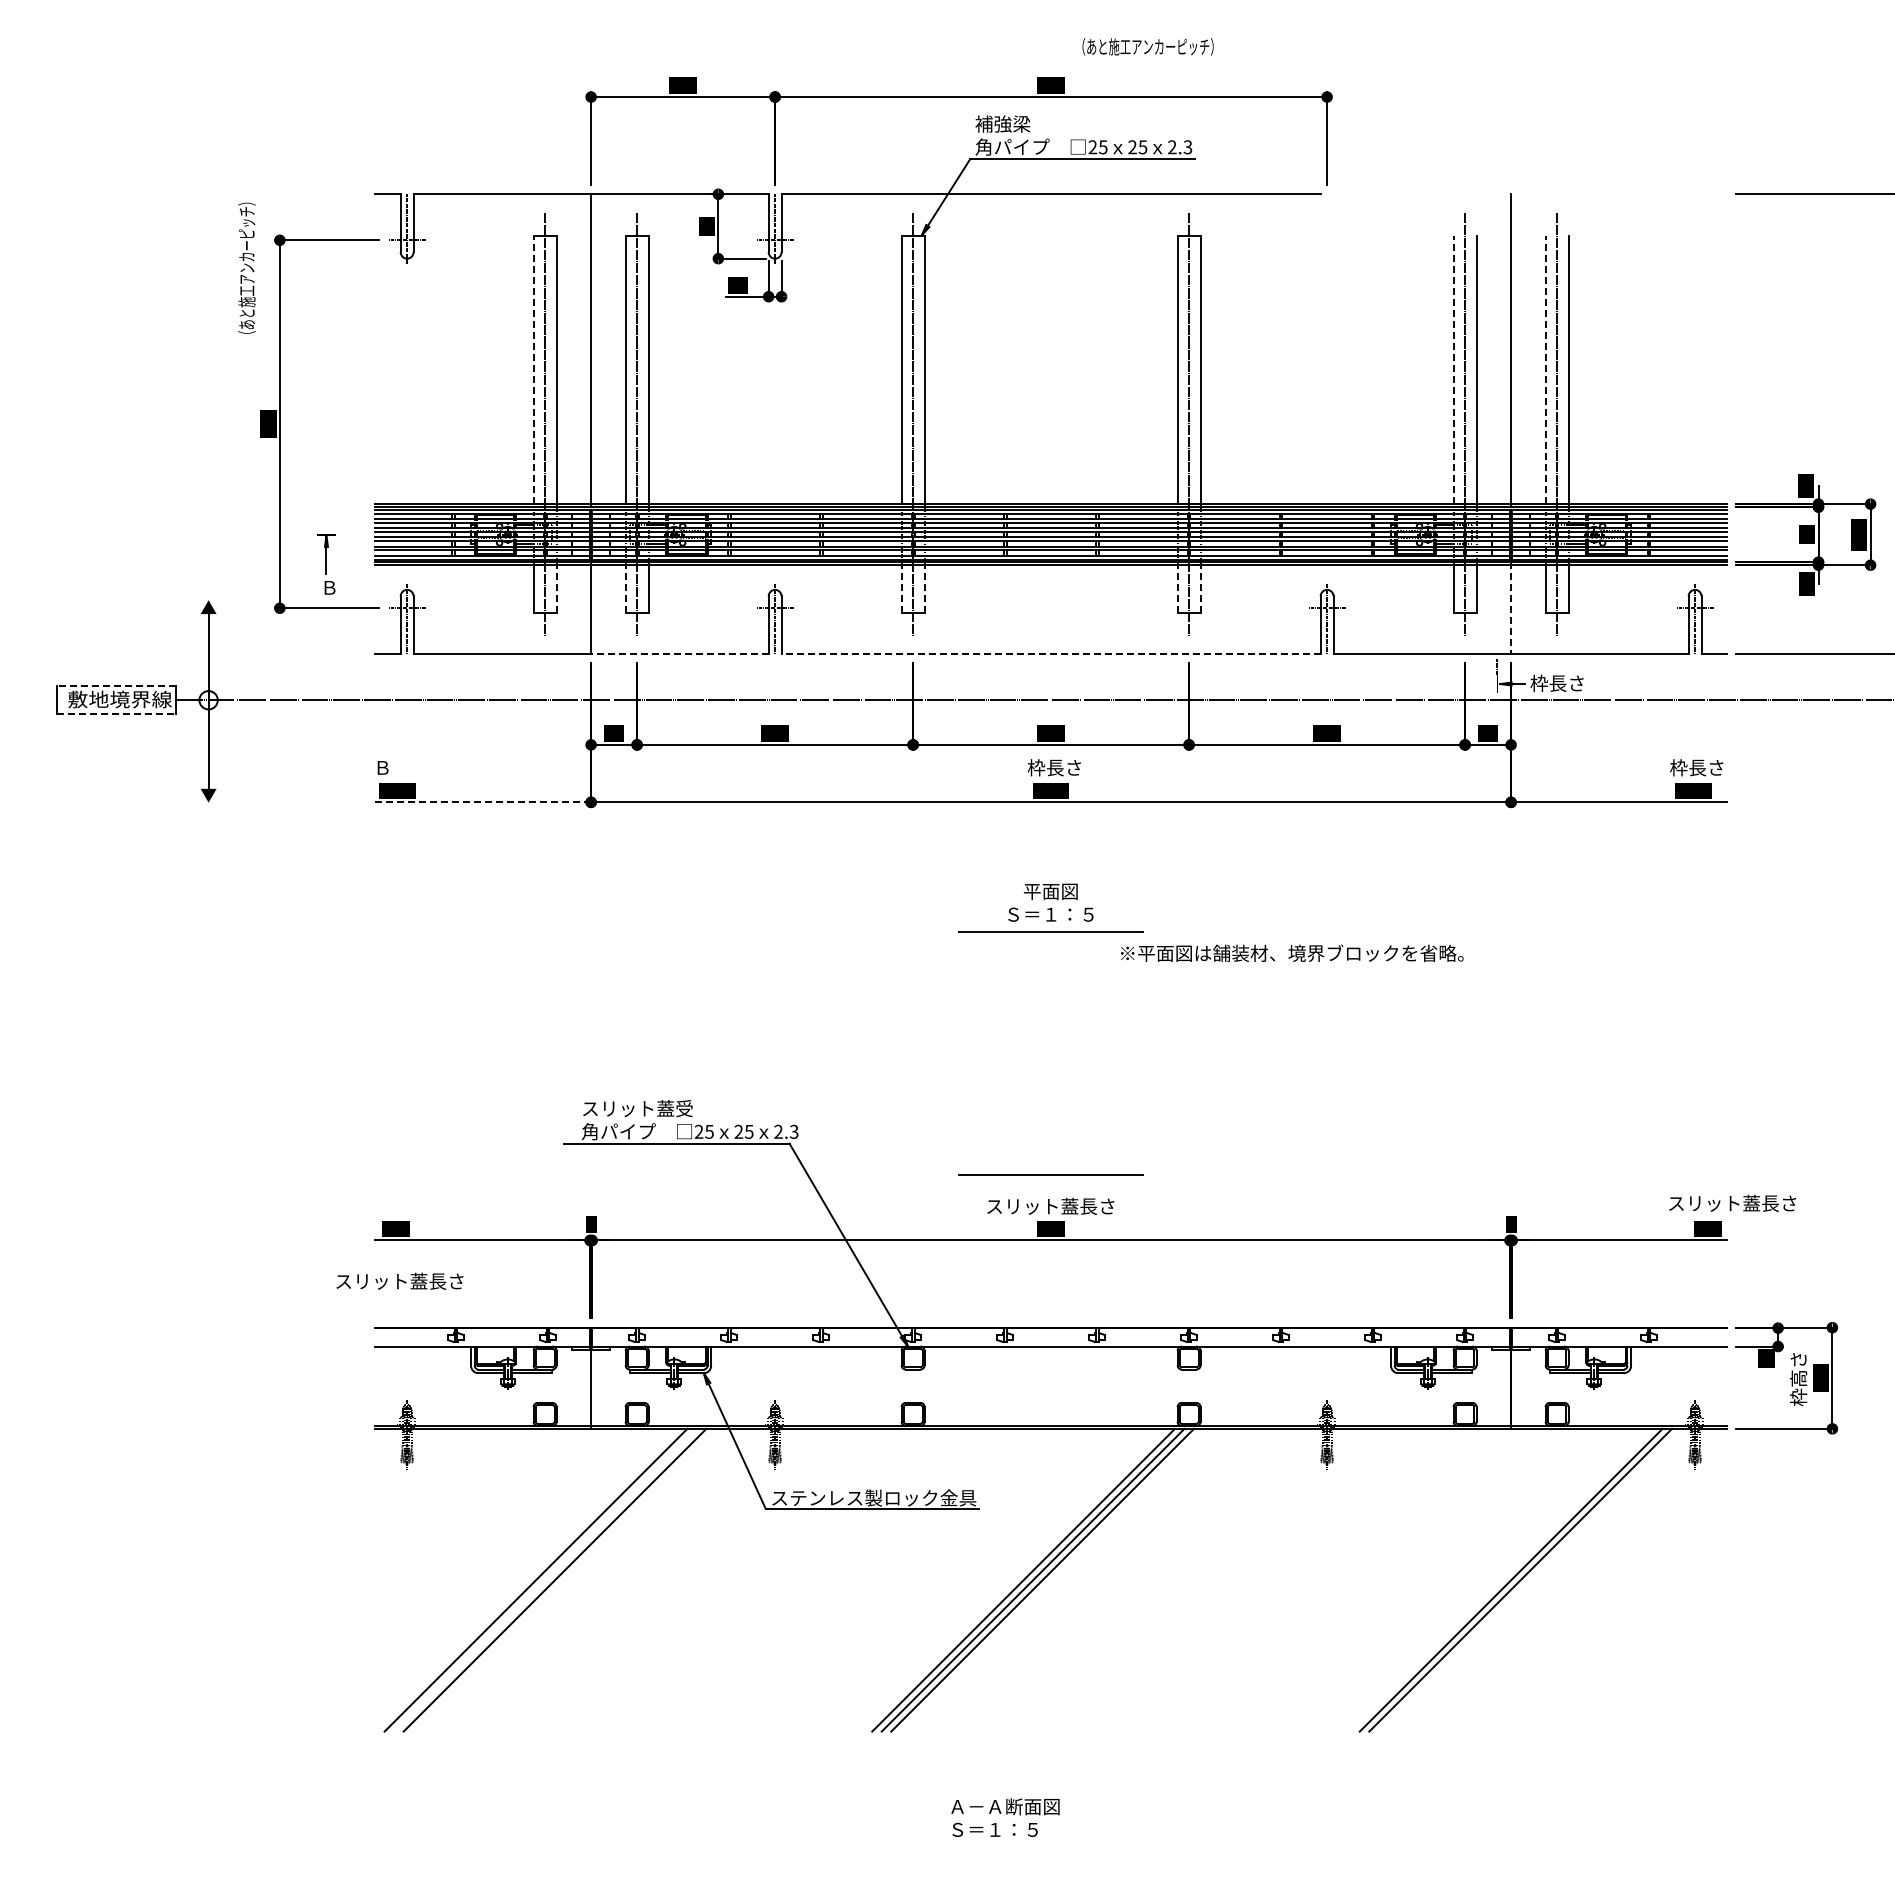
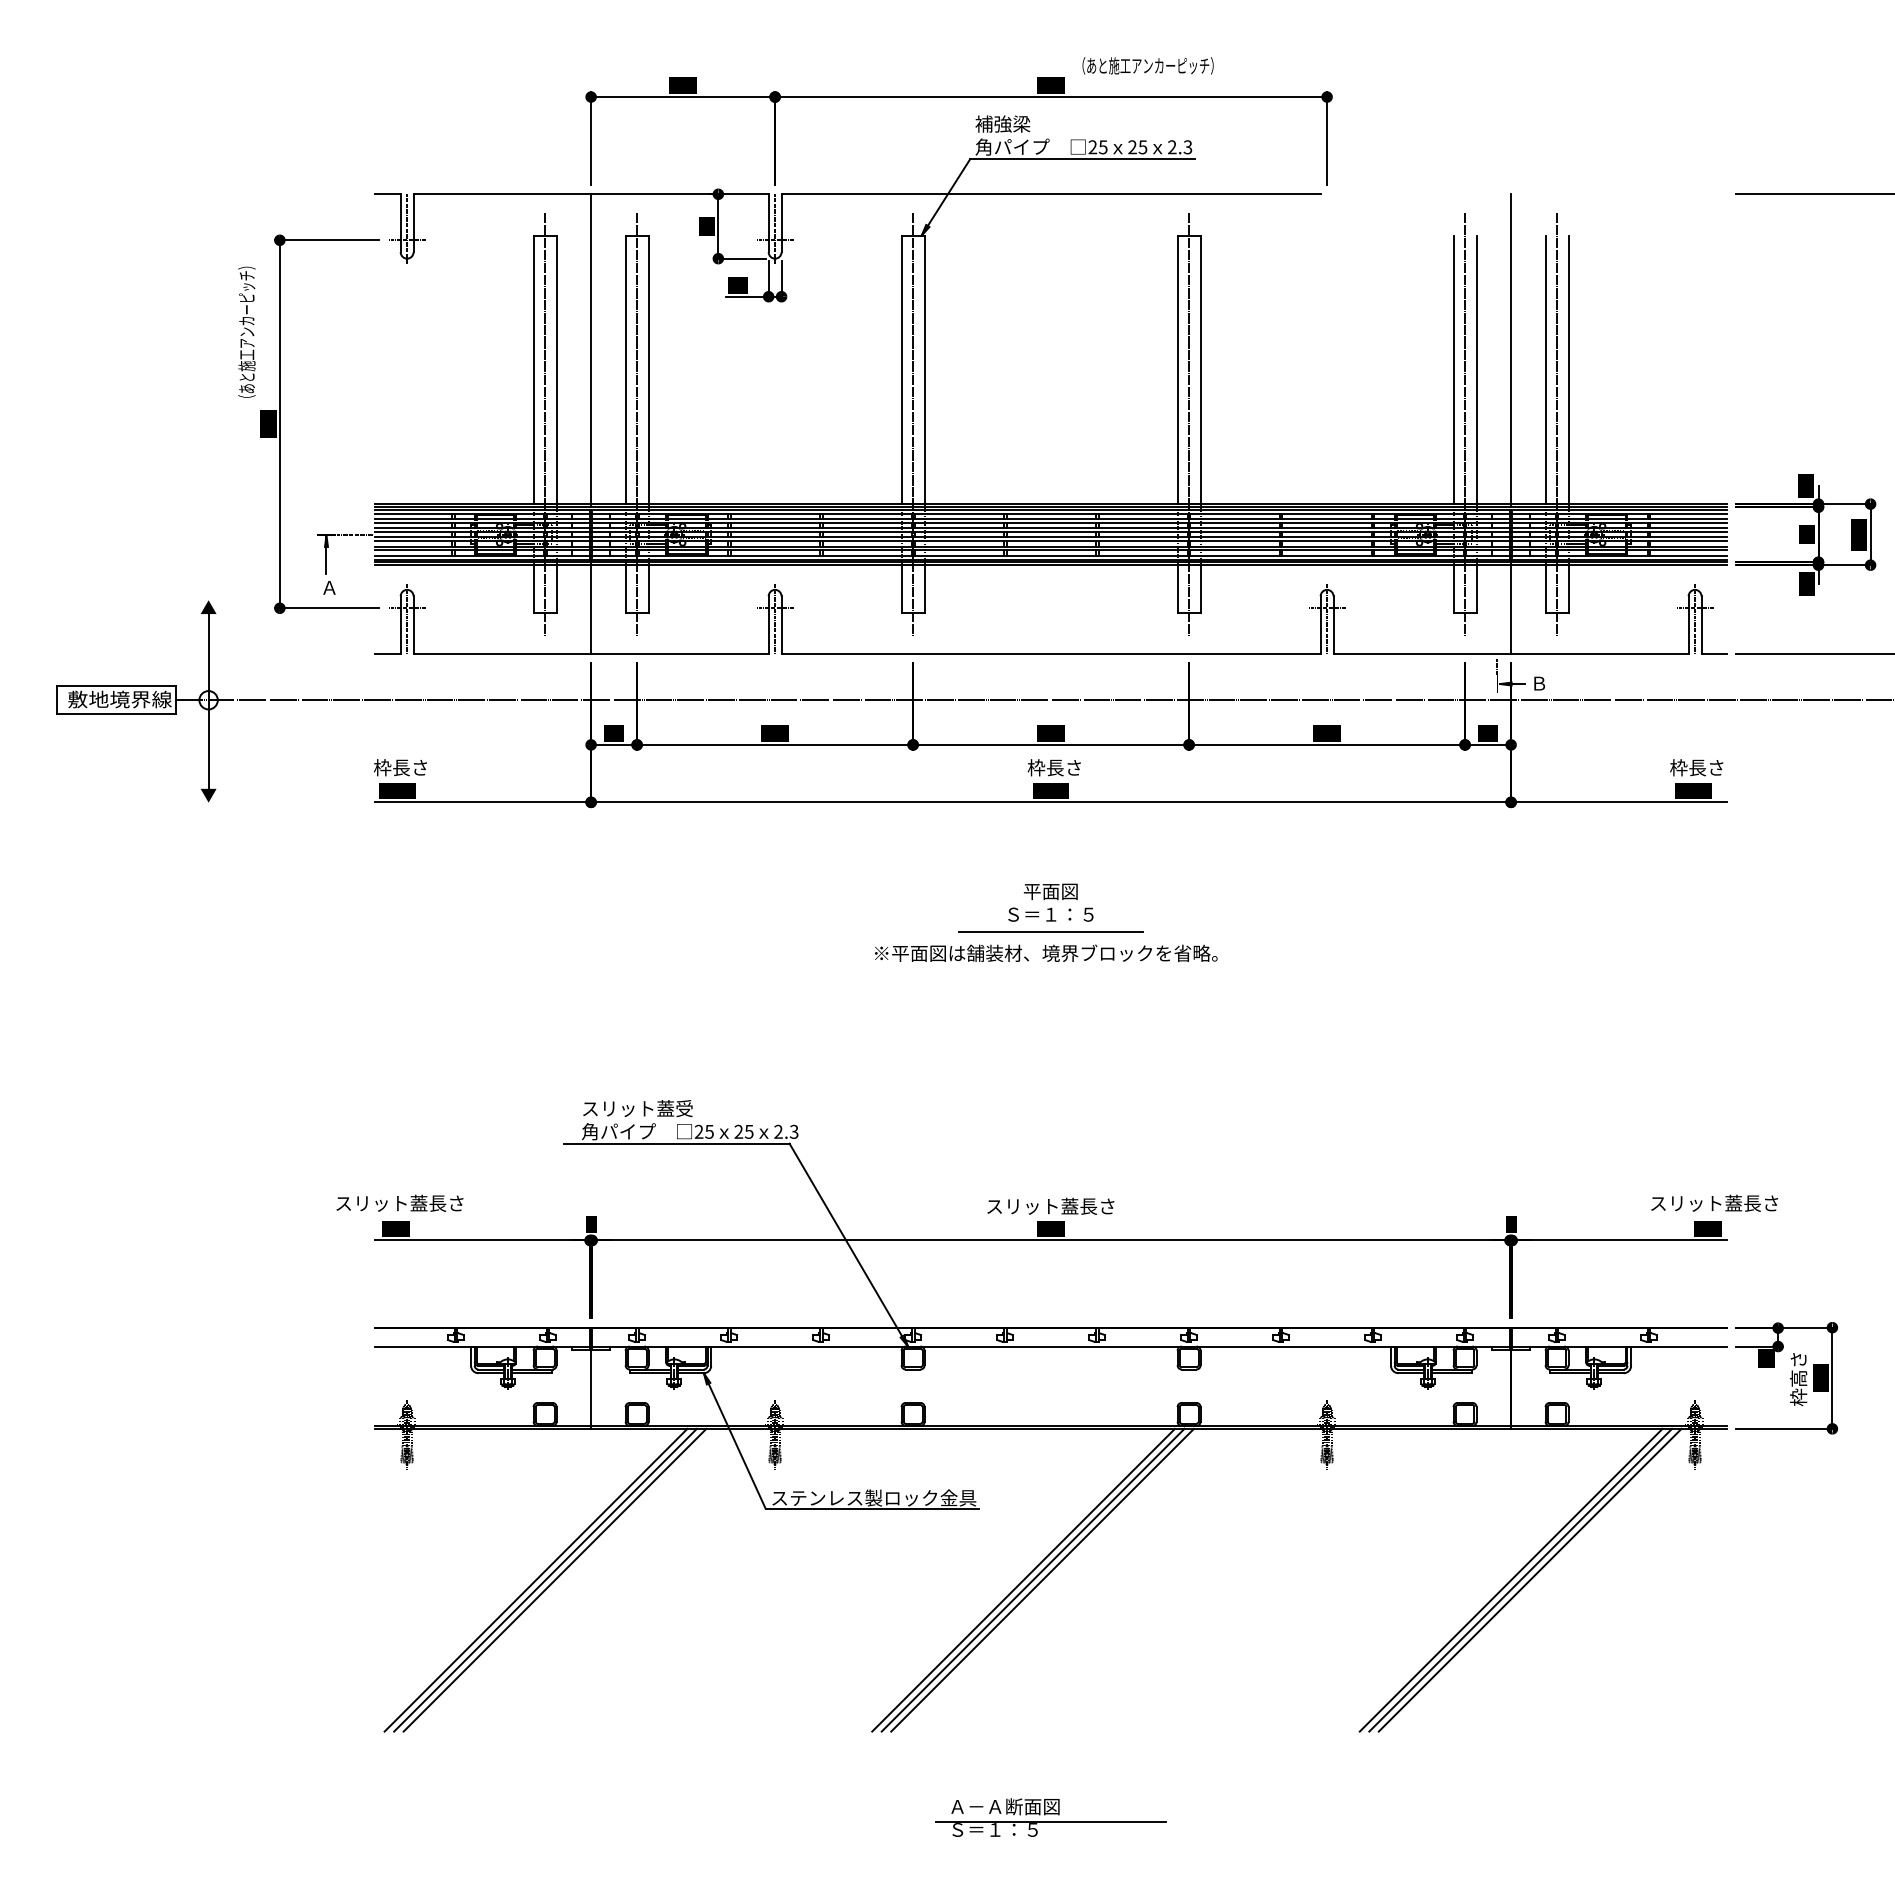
text at (1147, 46) position: (1147, 46) -> (1147, 65)
text at (246, 267) position: (246, 267) -> (246, 331)
line at (533, 369): dashed -> solid
line at (1453, 369): dashed -> solid
line at (1545, 369): dashed -> solid
line at (354, 534): none -> present
text at (329, 587): Ｂ -> Ａ
line at (556, 589): dashed -> solid
line at (625, 589): dashed -> solid
line at (901, 589): dashed -> solid
line at (924, 589): dashed -> solid
line at (1177, 589): dashed -> solid
line at (1200, 589): dashed -> solid
line at (1511, 608): dashed -> solid
line at (679, 654): dashed -> solid
line at (1051, 654): dashed -> solid
text at (1556, 682): 枠長さ -> Ｂ
line at (116, 686): dashed -> solid
line at (116, 714): dashed -> solid
text at (400, 767): Ｂ -> 枠長さ
line at (483, 802): dashed -> solid
text at (1292, 952) position: (1292, 952) -> (1046, 952)
line at (1050, 1174): present -> none
text at (1732, 1202) position: (1732, 1202) -> (1714, 1202)
text at (399, 1280) position: (399, 1280) -> (399, 1202)
line at (545, 1579): none -> present
line at (1529, 1579): none -> present
line at (1050, 1822): none -> present
